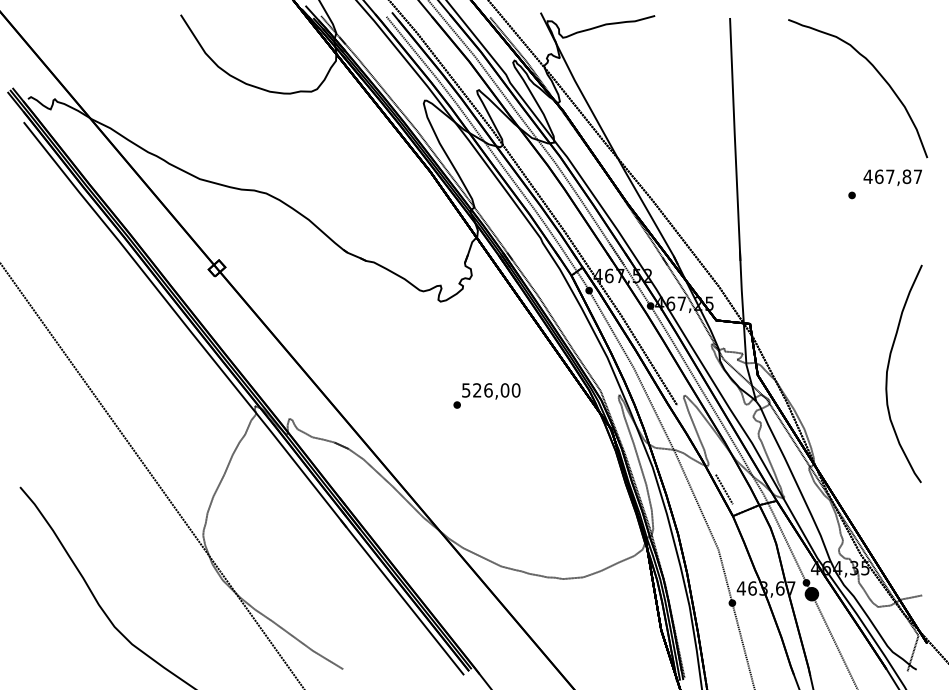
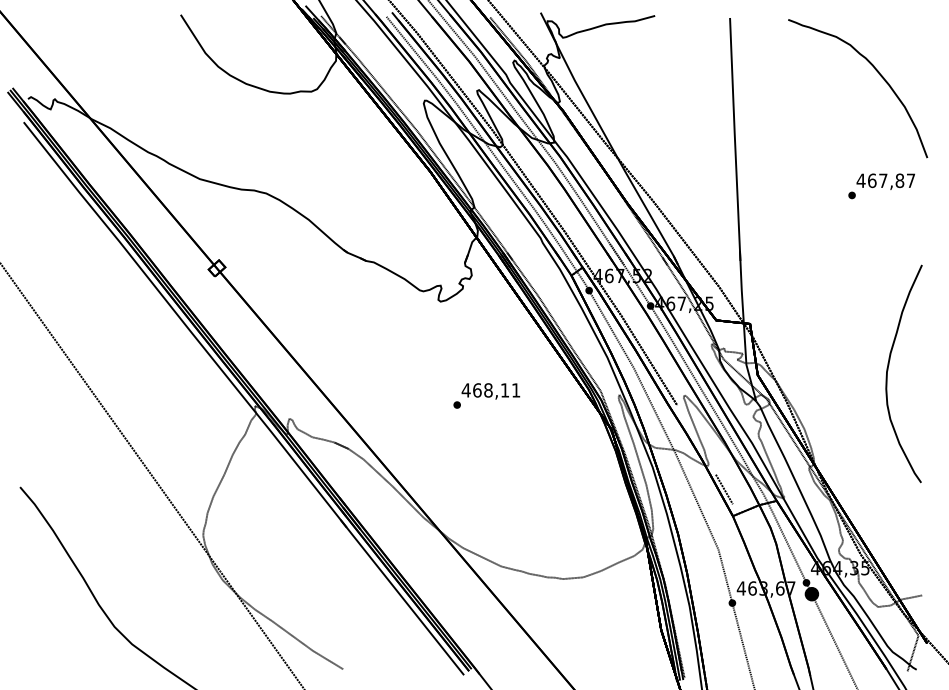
text at (892, 177) position: (892, 177) -> (885, 181)
text at (490, 390): 526,00 -> 468,11
